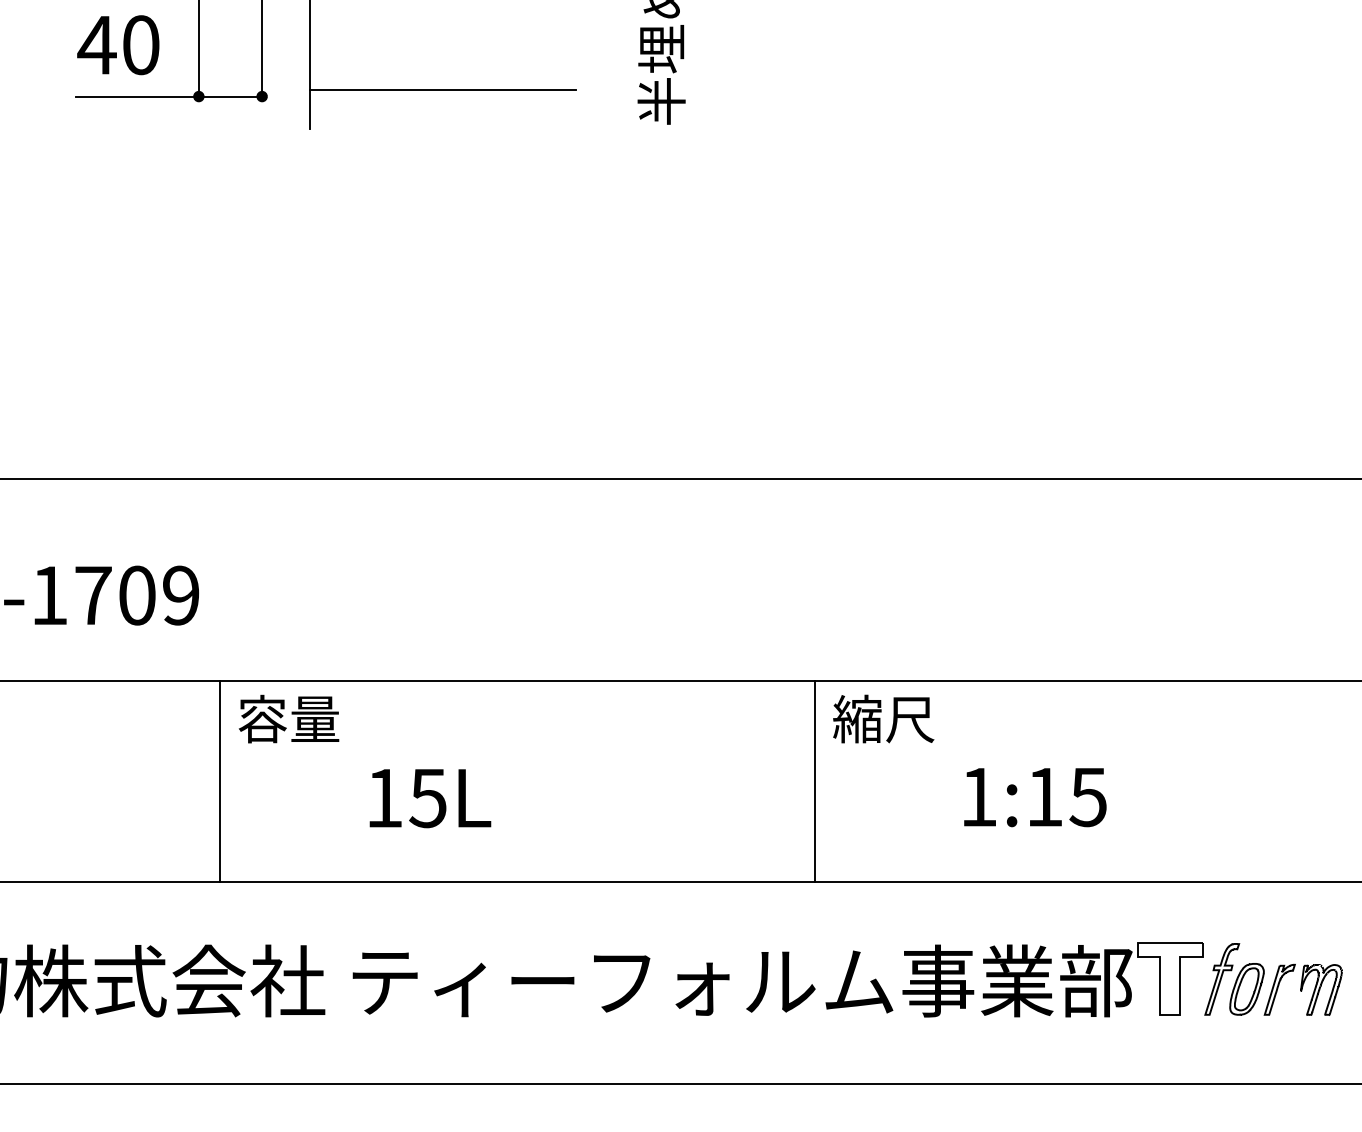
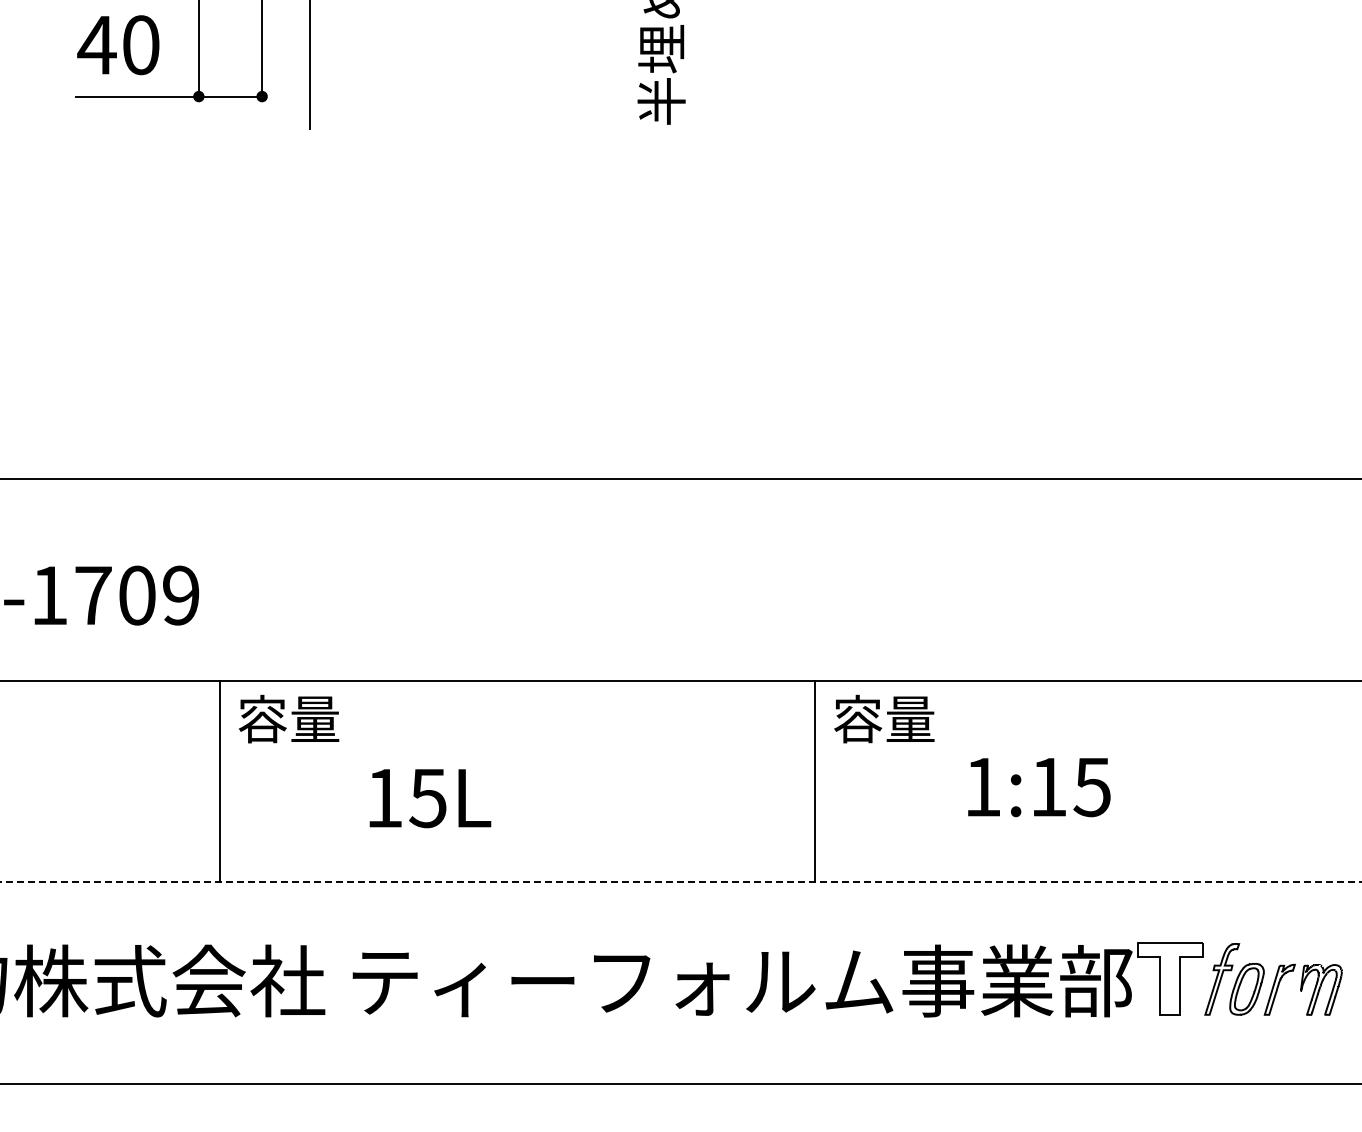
line at (442, 89): present -> none
text at (883, 718): 縮尺 -> 容量
text at (1035, 797) position: (1035, 797) -> (1039, 787)
line at (680, 882): solid -> dashed
